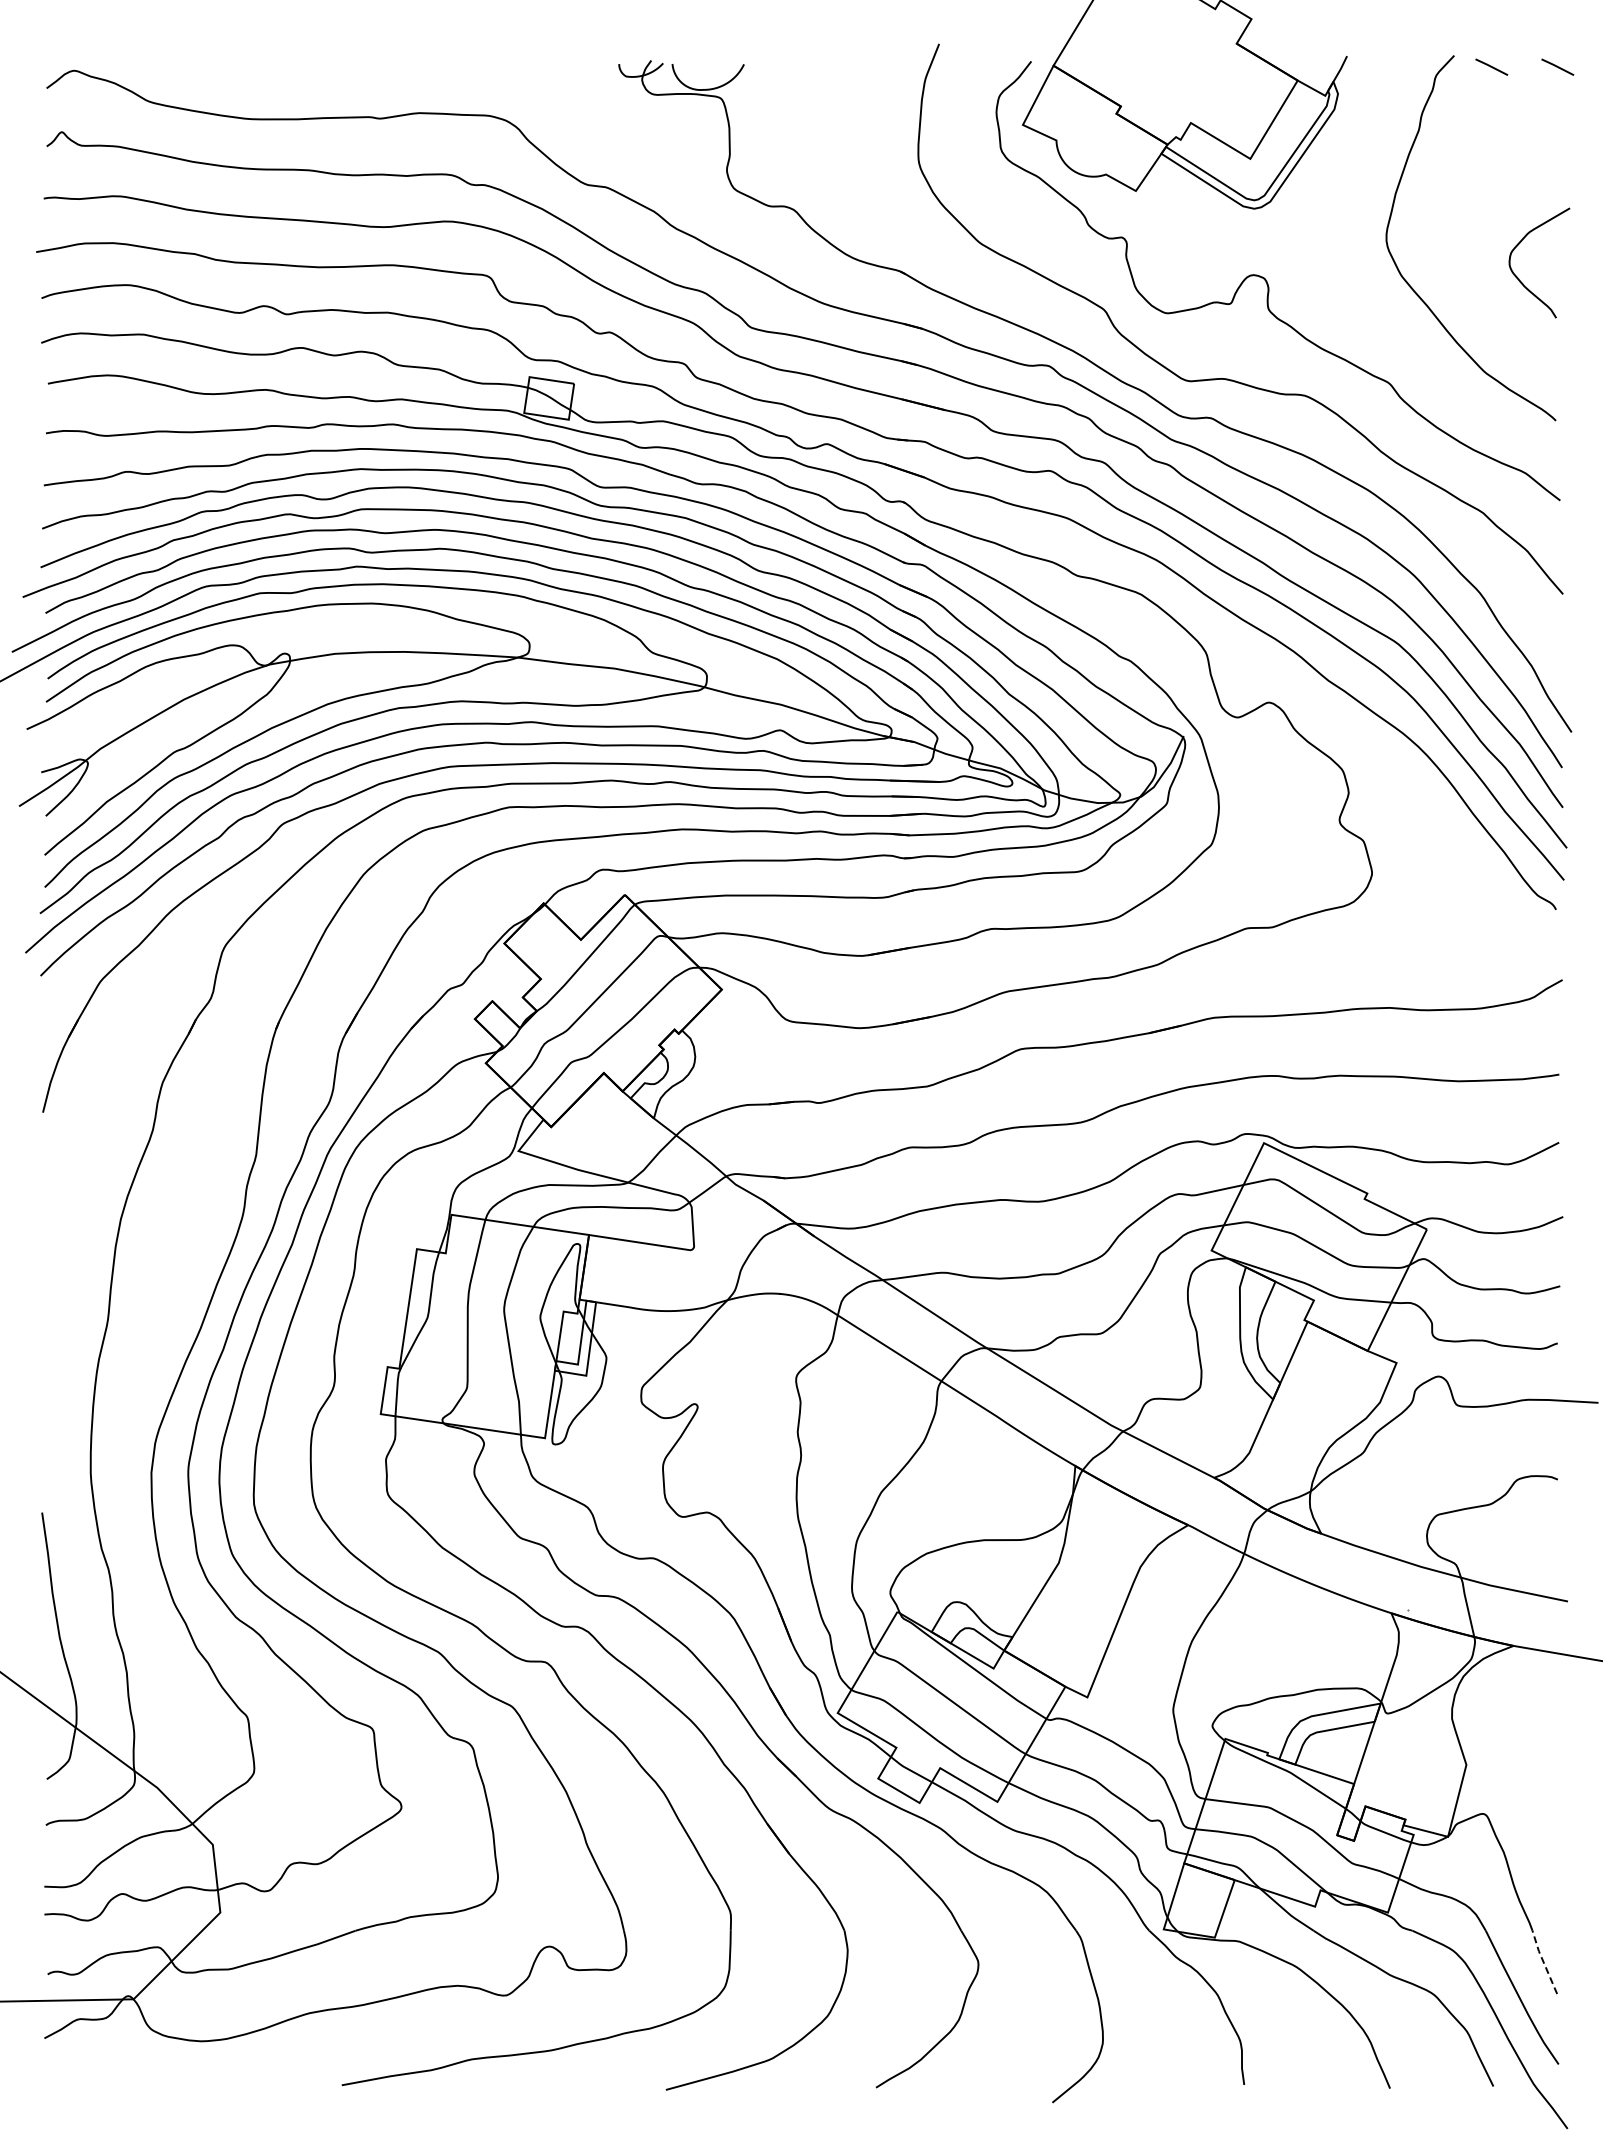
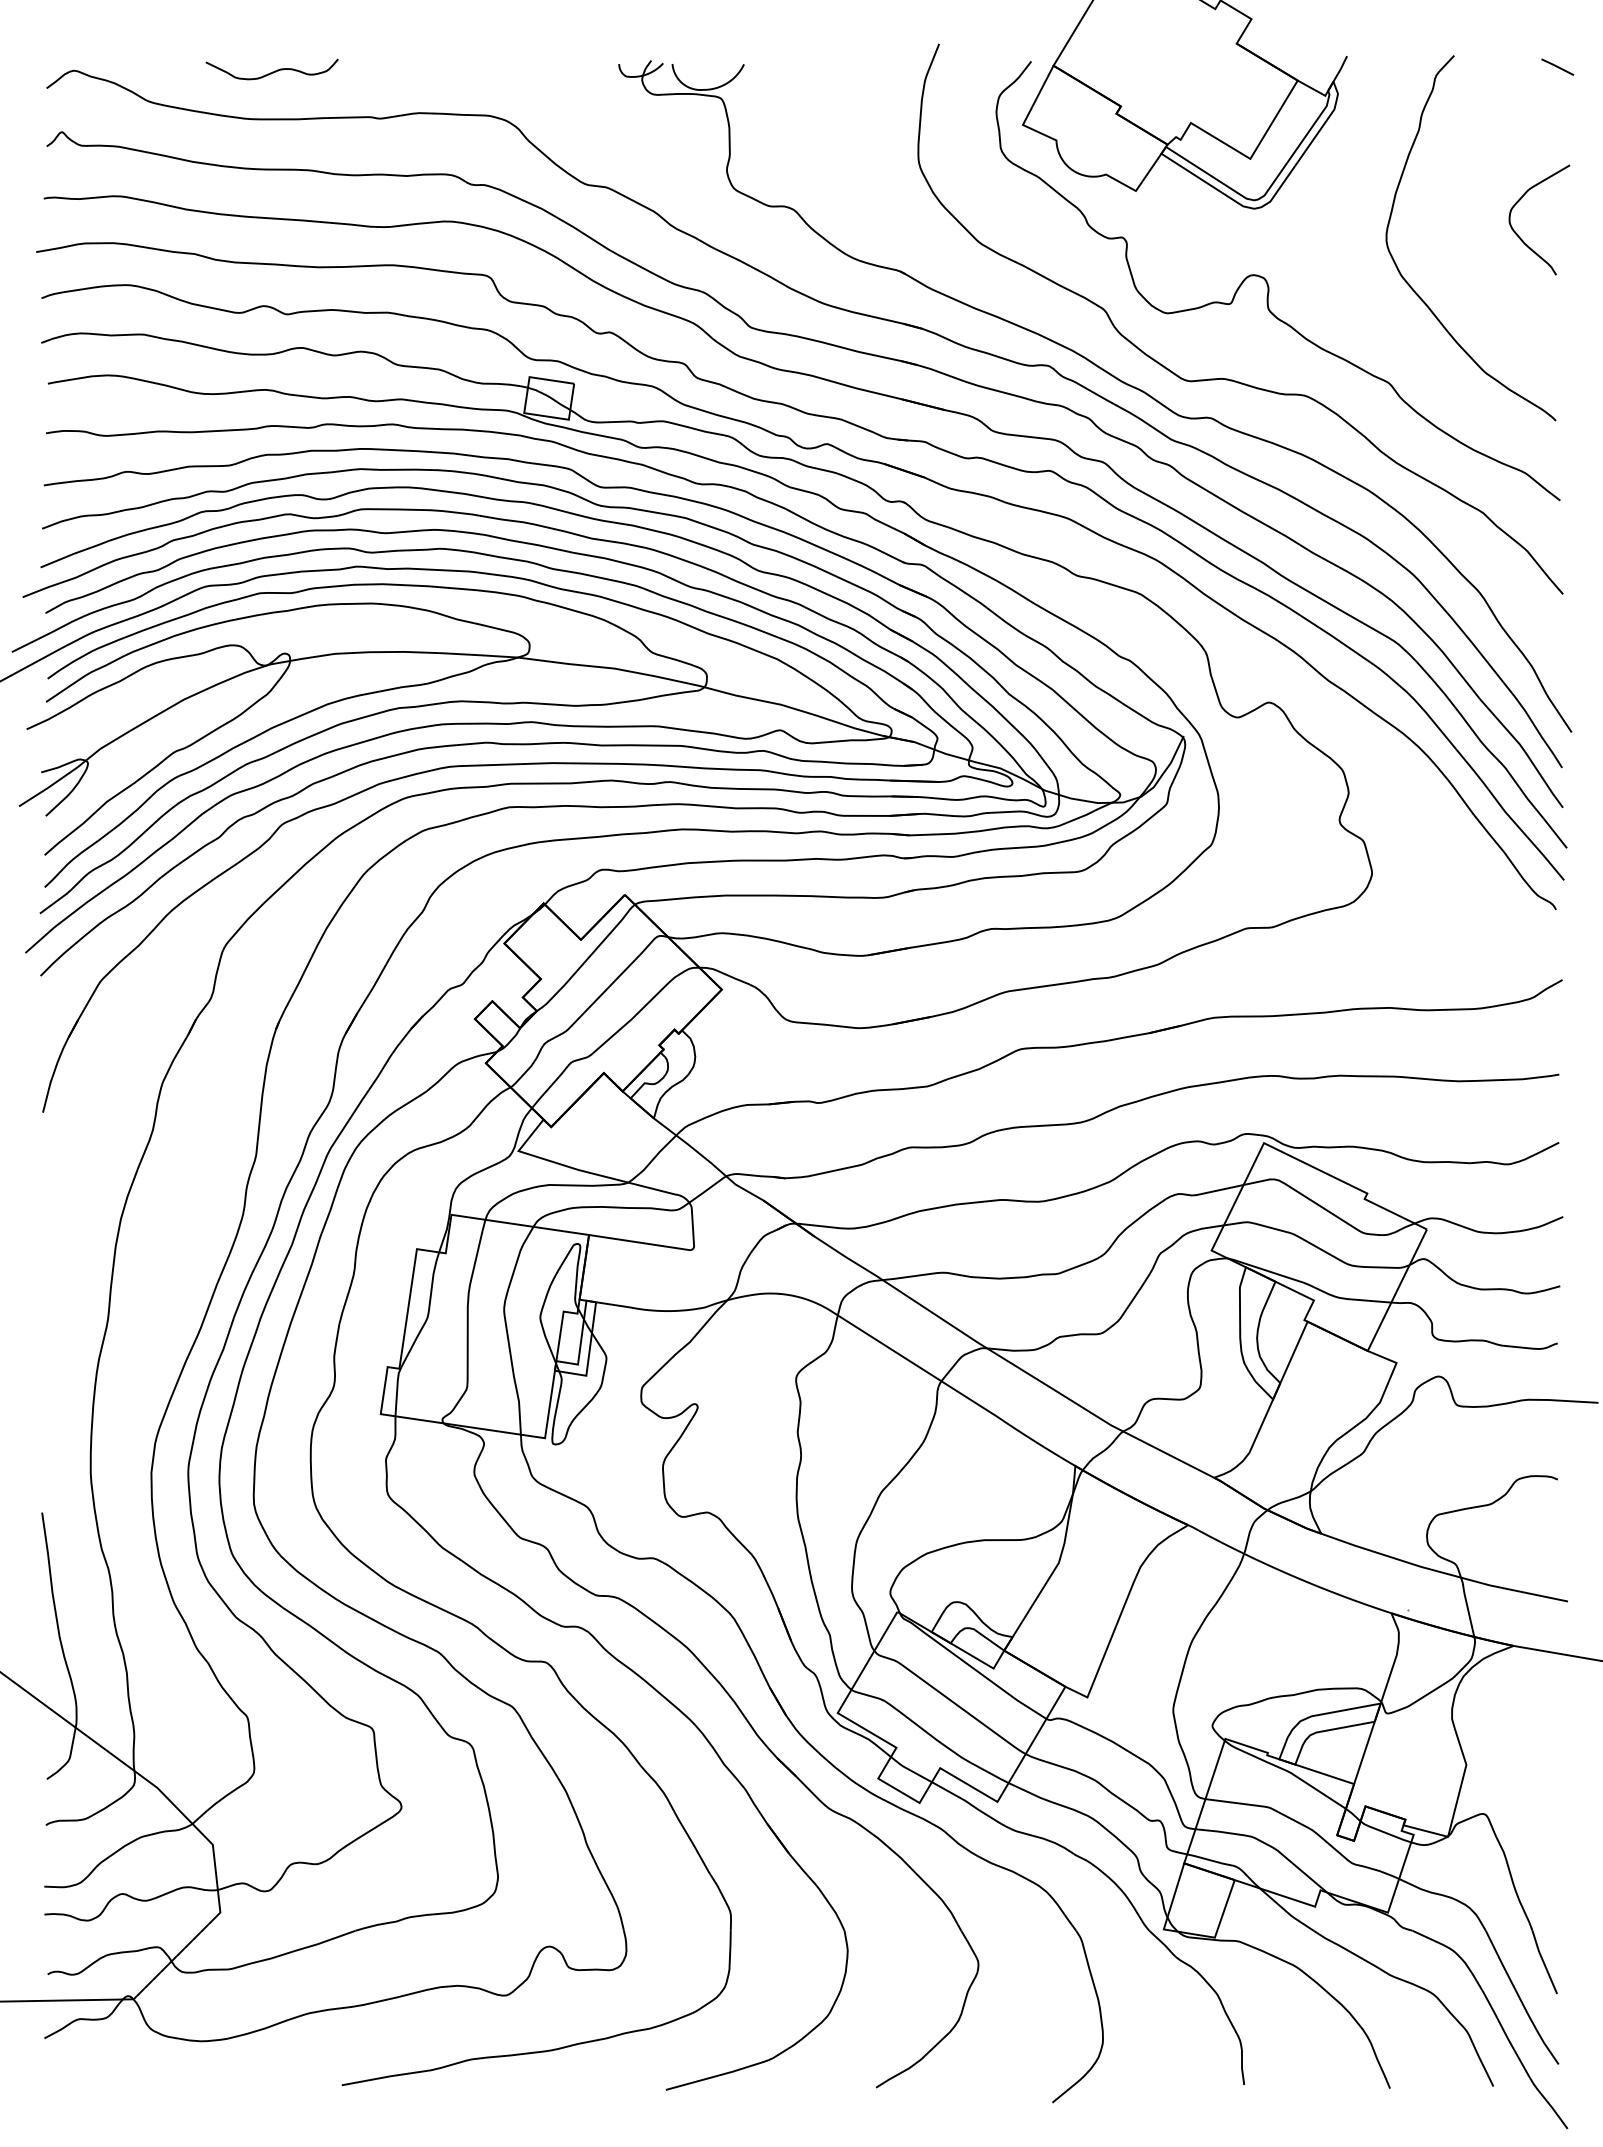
line at (1491, 66): present -> none
curve at (272, 71): none -> present
curve at (1518, 277) position: (1518, 277) -> (1518, 234)
line at (1543, 1962): dashed -> solid
